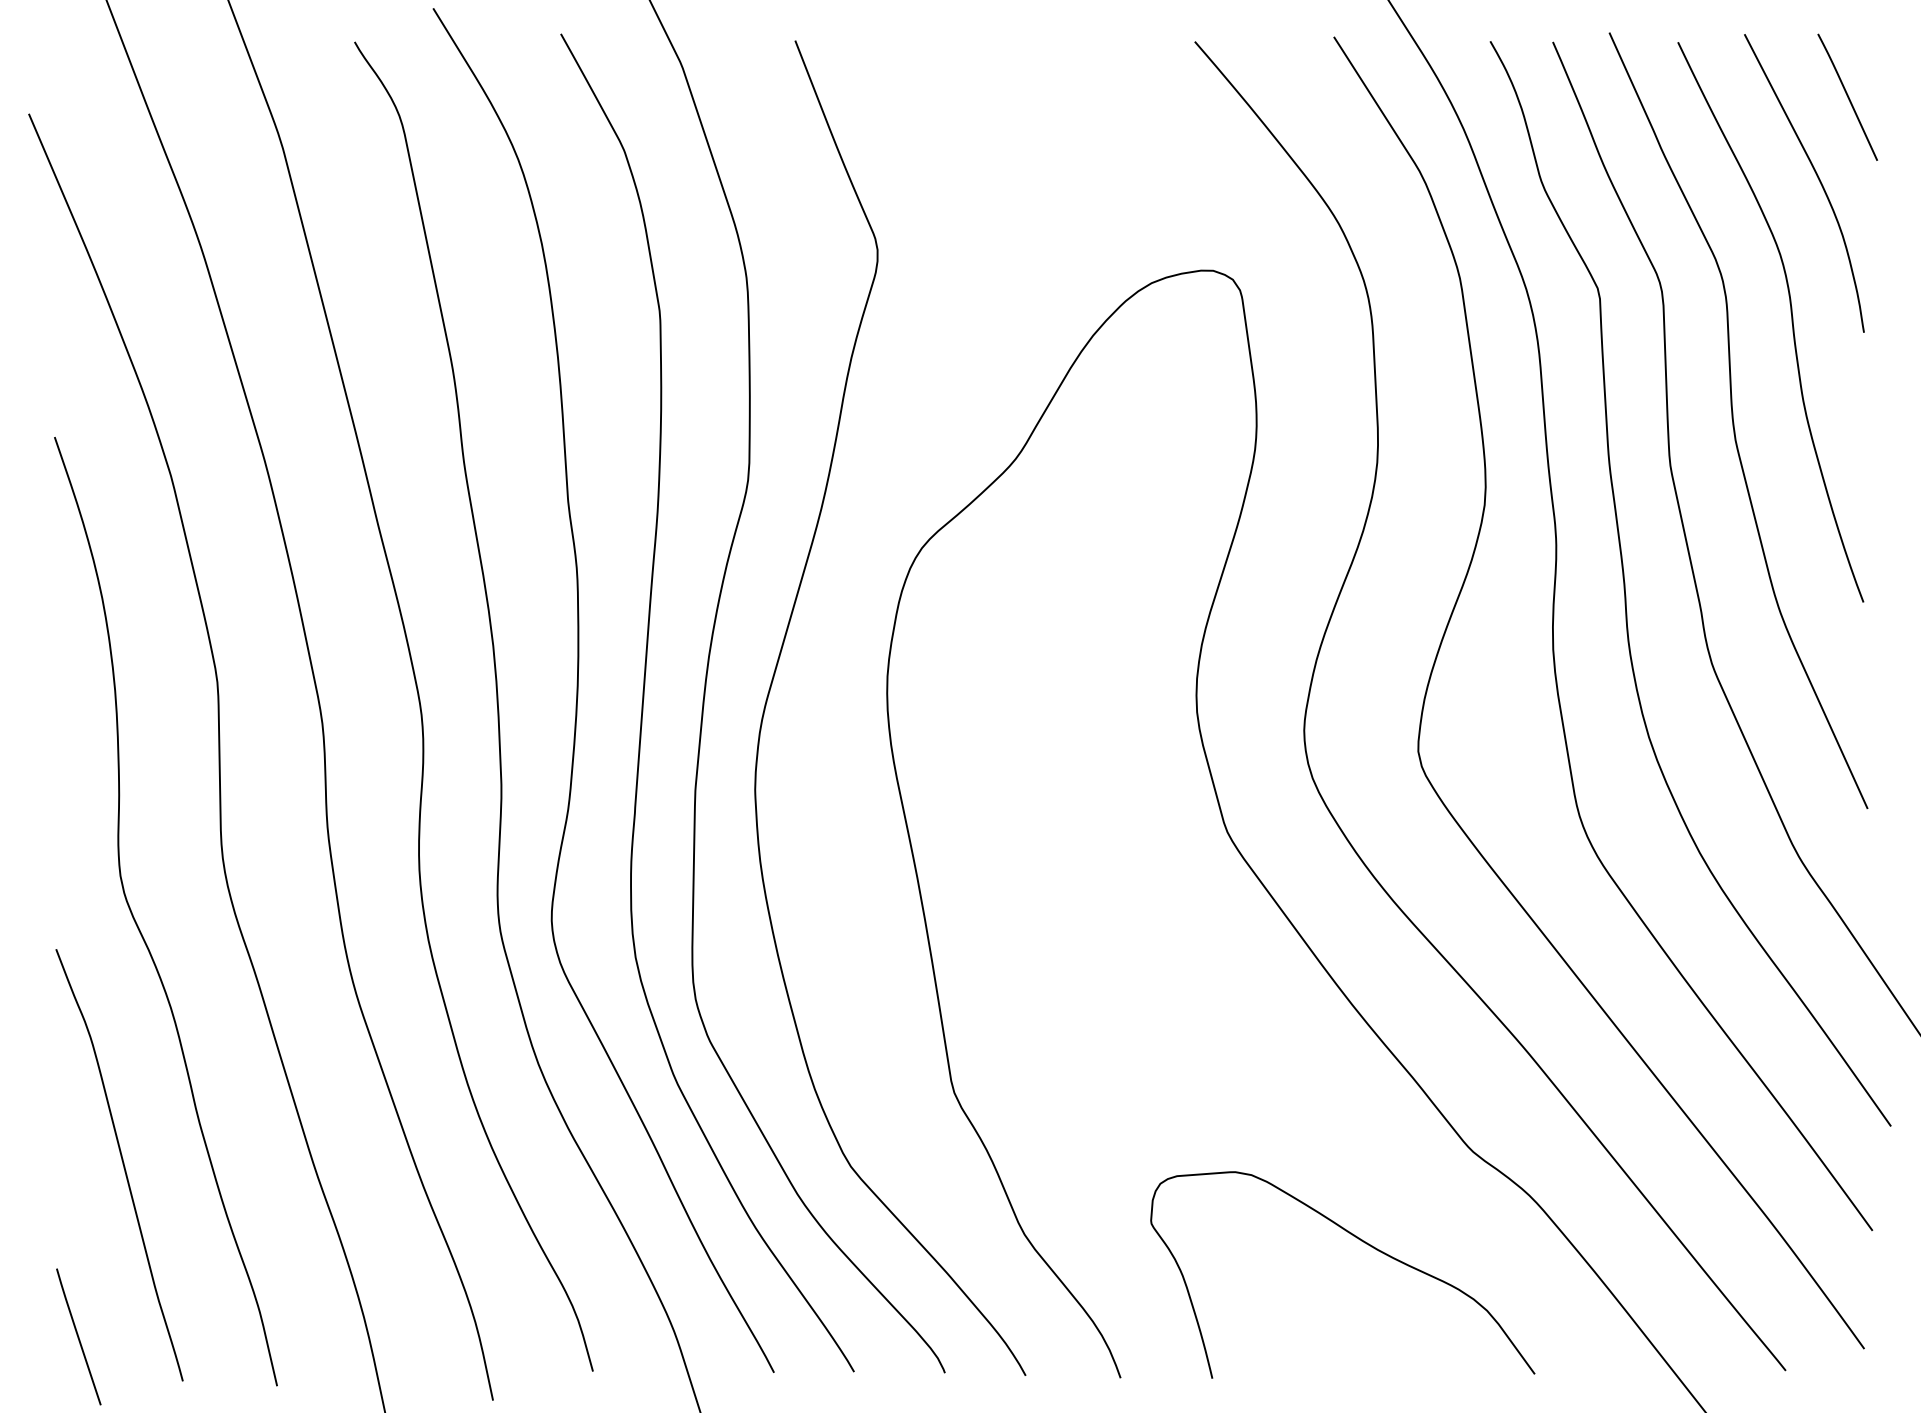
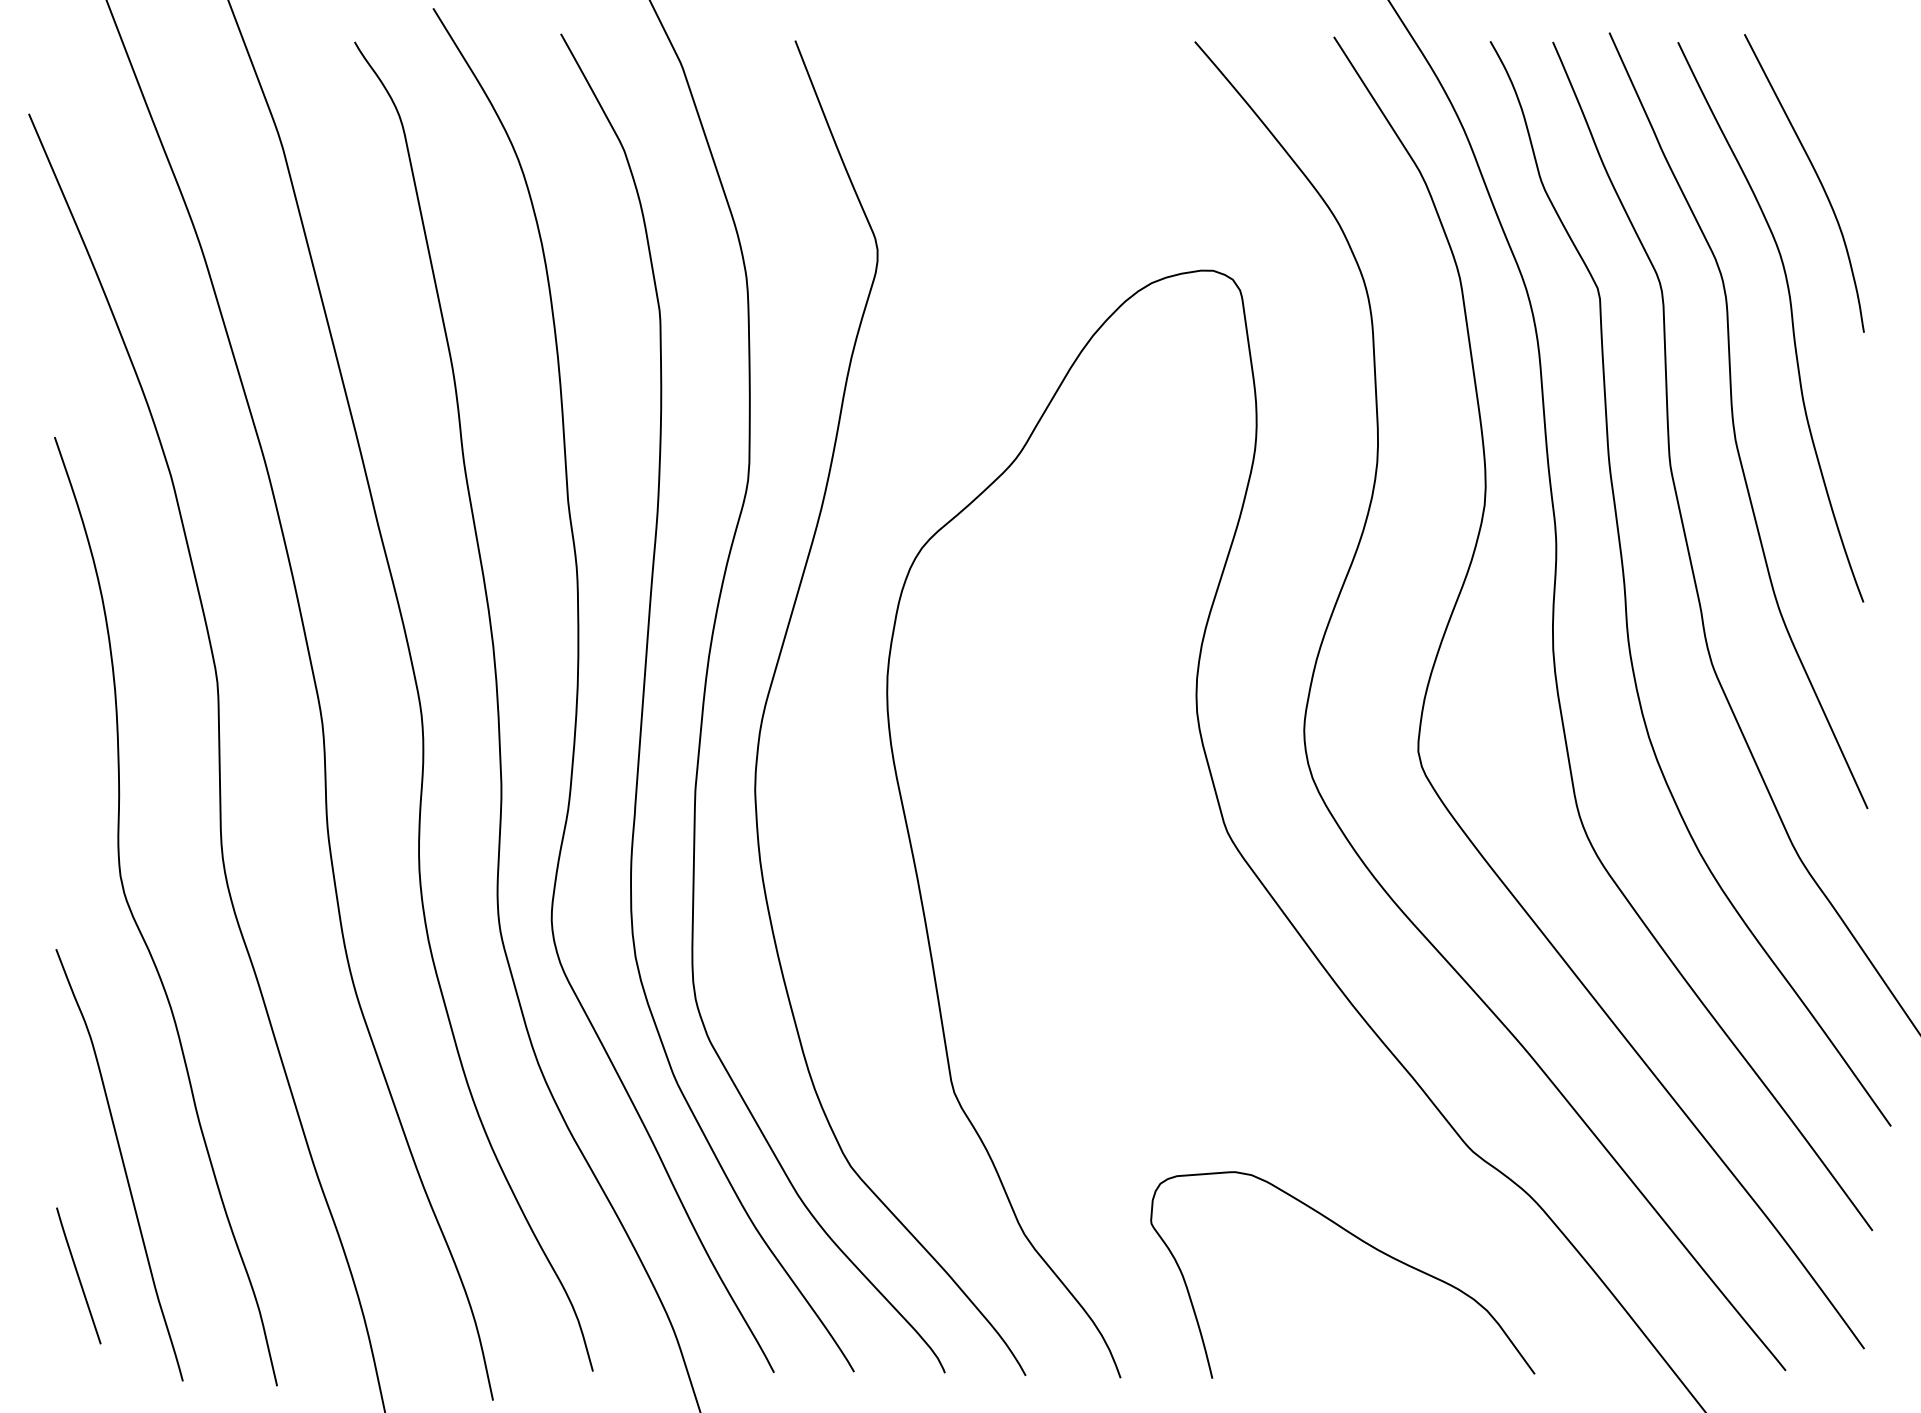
curve at (1847, 96): present -> none
line at (78, 1336) position: (78, 1336) -> (78, 1275)
